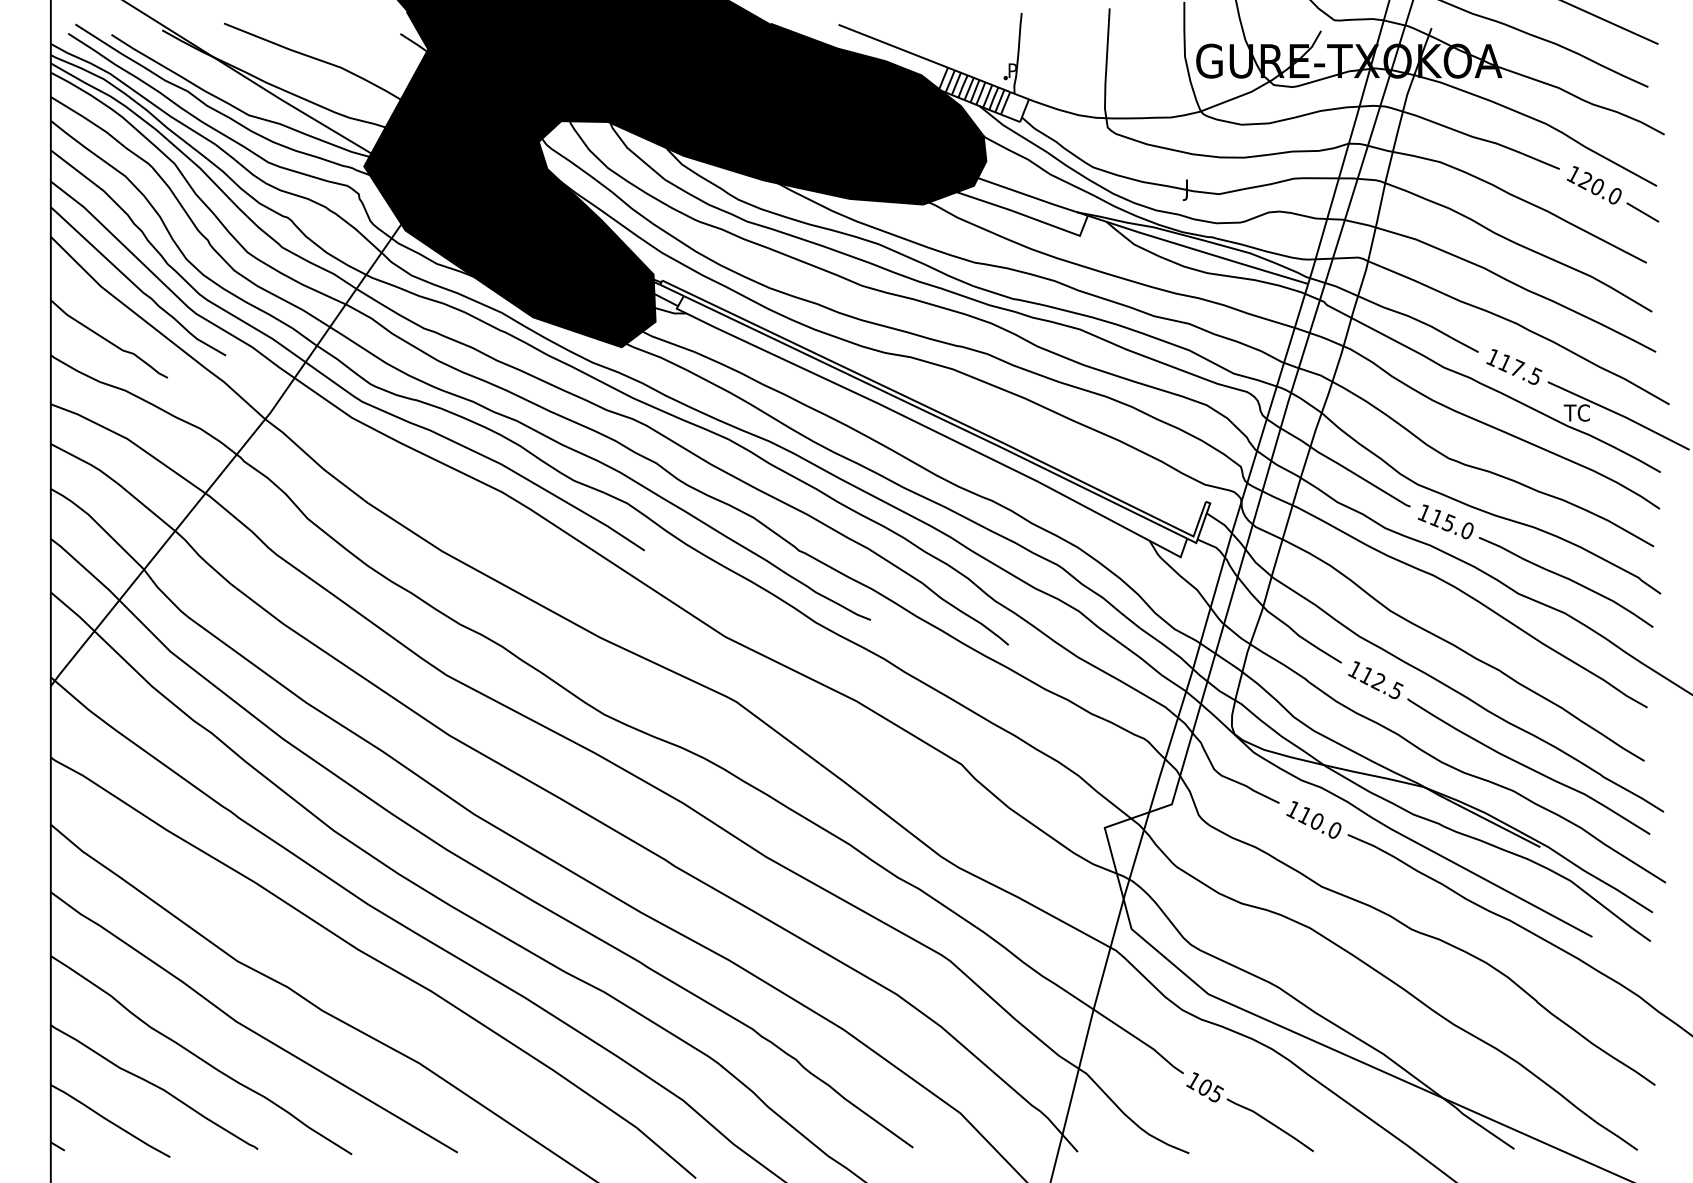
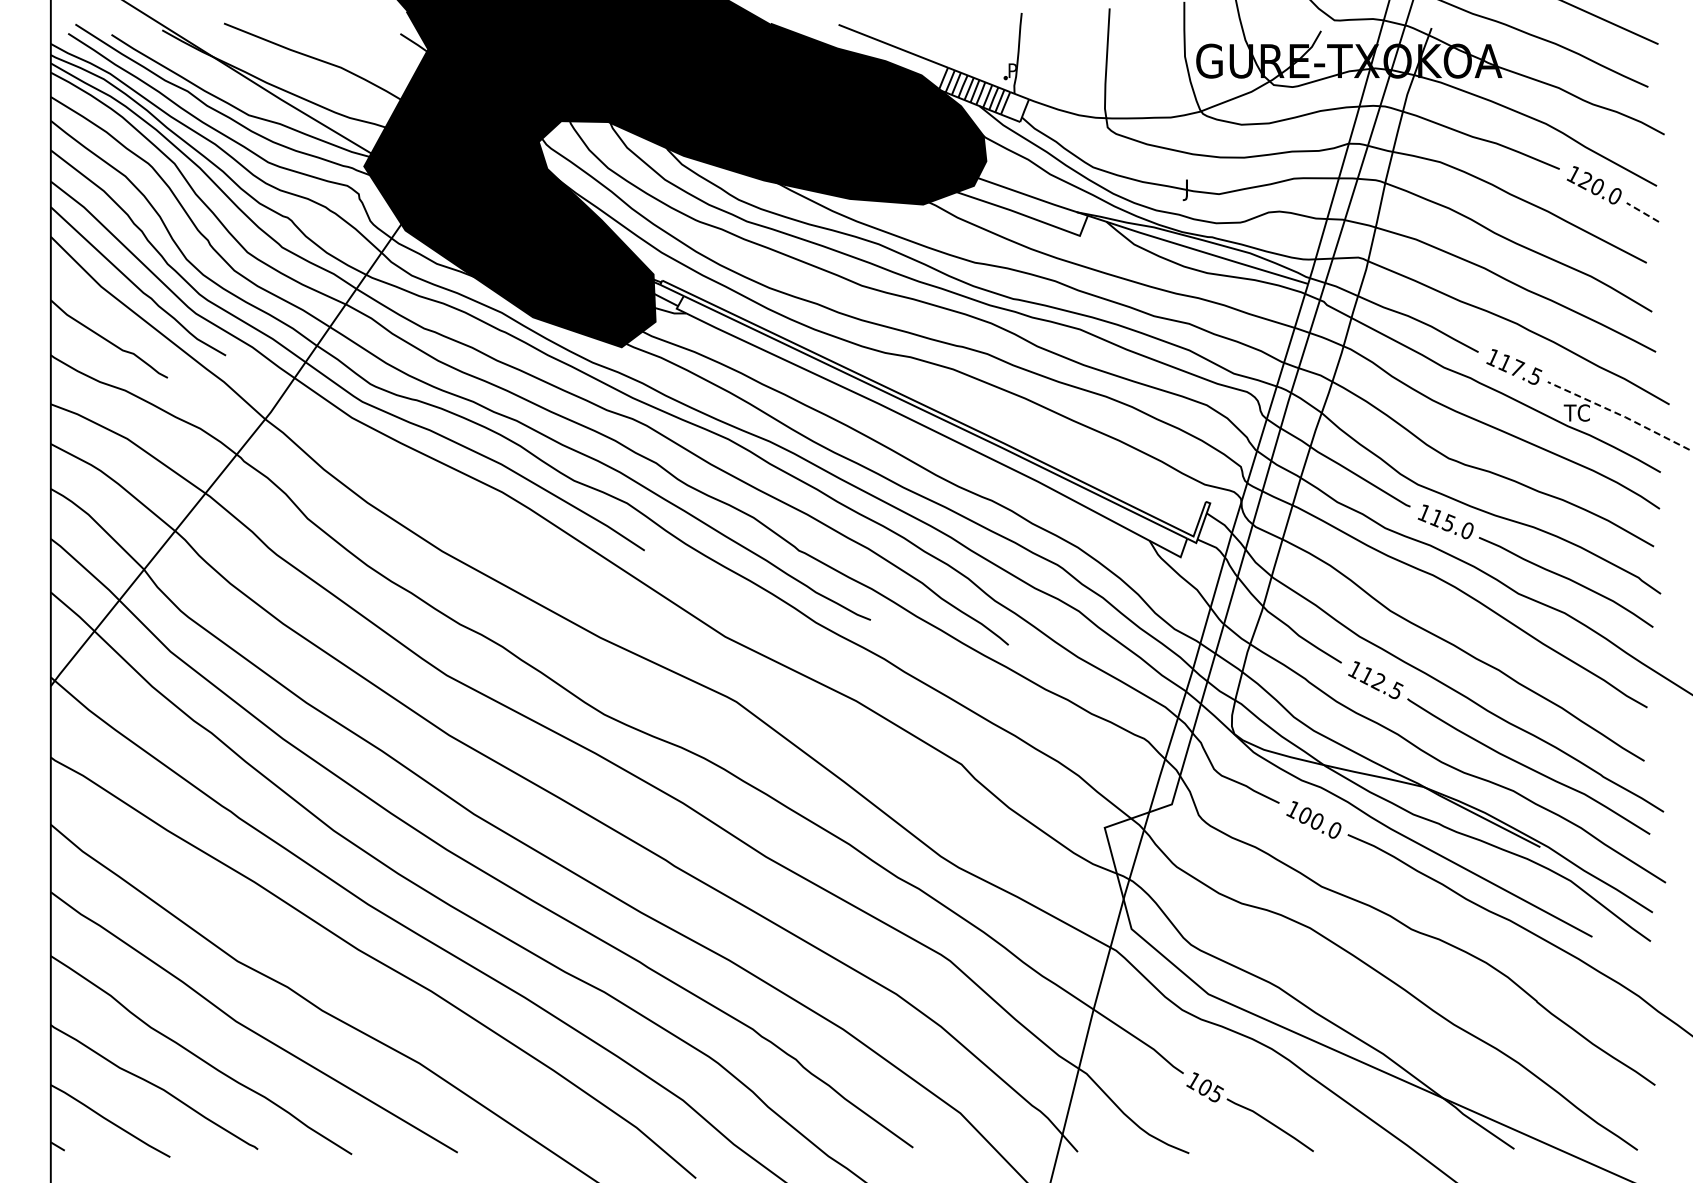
line at (1642, 212): solid -> dashed
line at (1619, 414): solid -> dashed
text at (1304, 816): 110.0 -> 100.0
